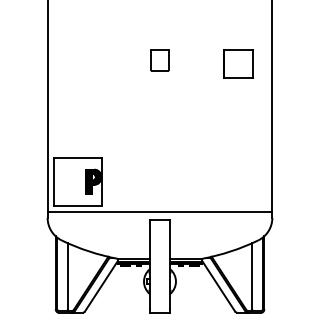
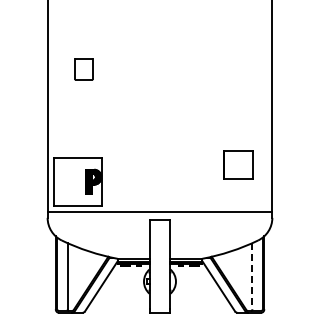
part at (159, 60) position: (159, 60) -> (83, 69)
part at (238, 63) position: (238, 63) -> (238, 164)
line at (252, 276): solid -> dashed
